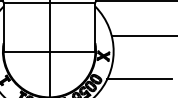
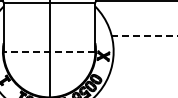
line at (144, 36): solid -> dashed
line at (49, 51): solid -> dashed
line at (139, 79): present -> none
